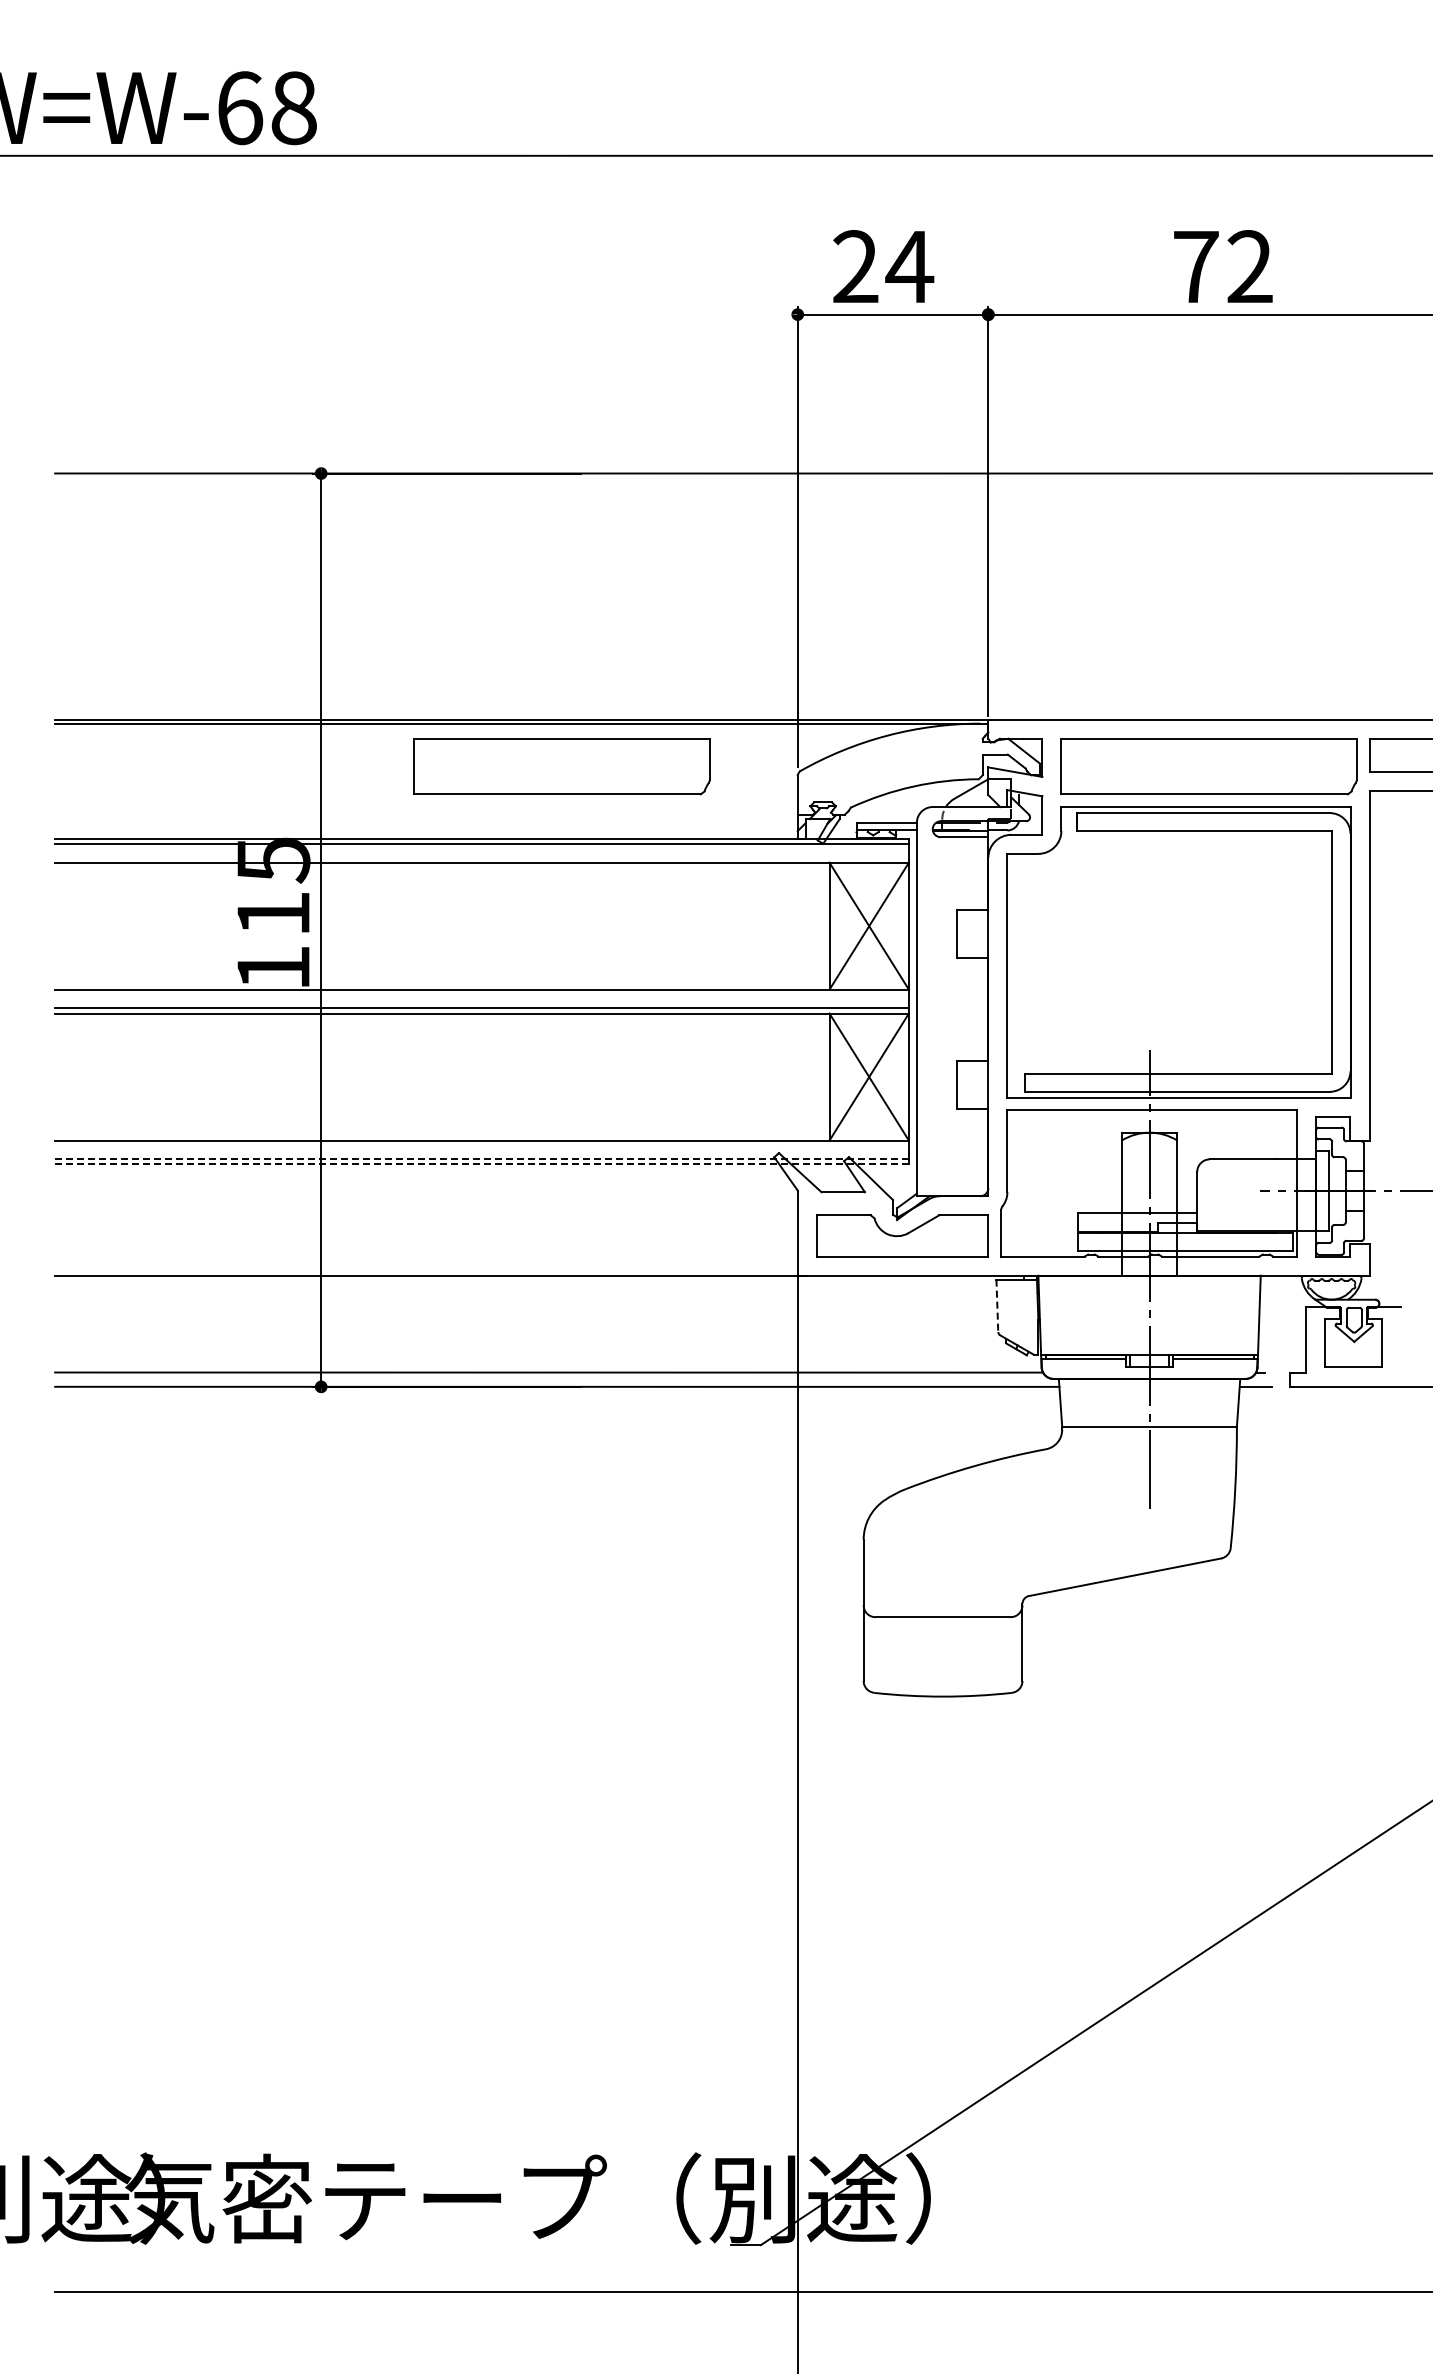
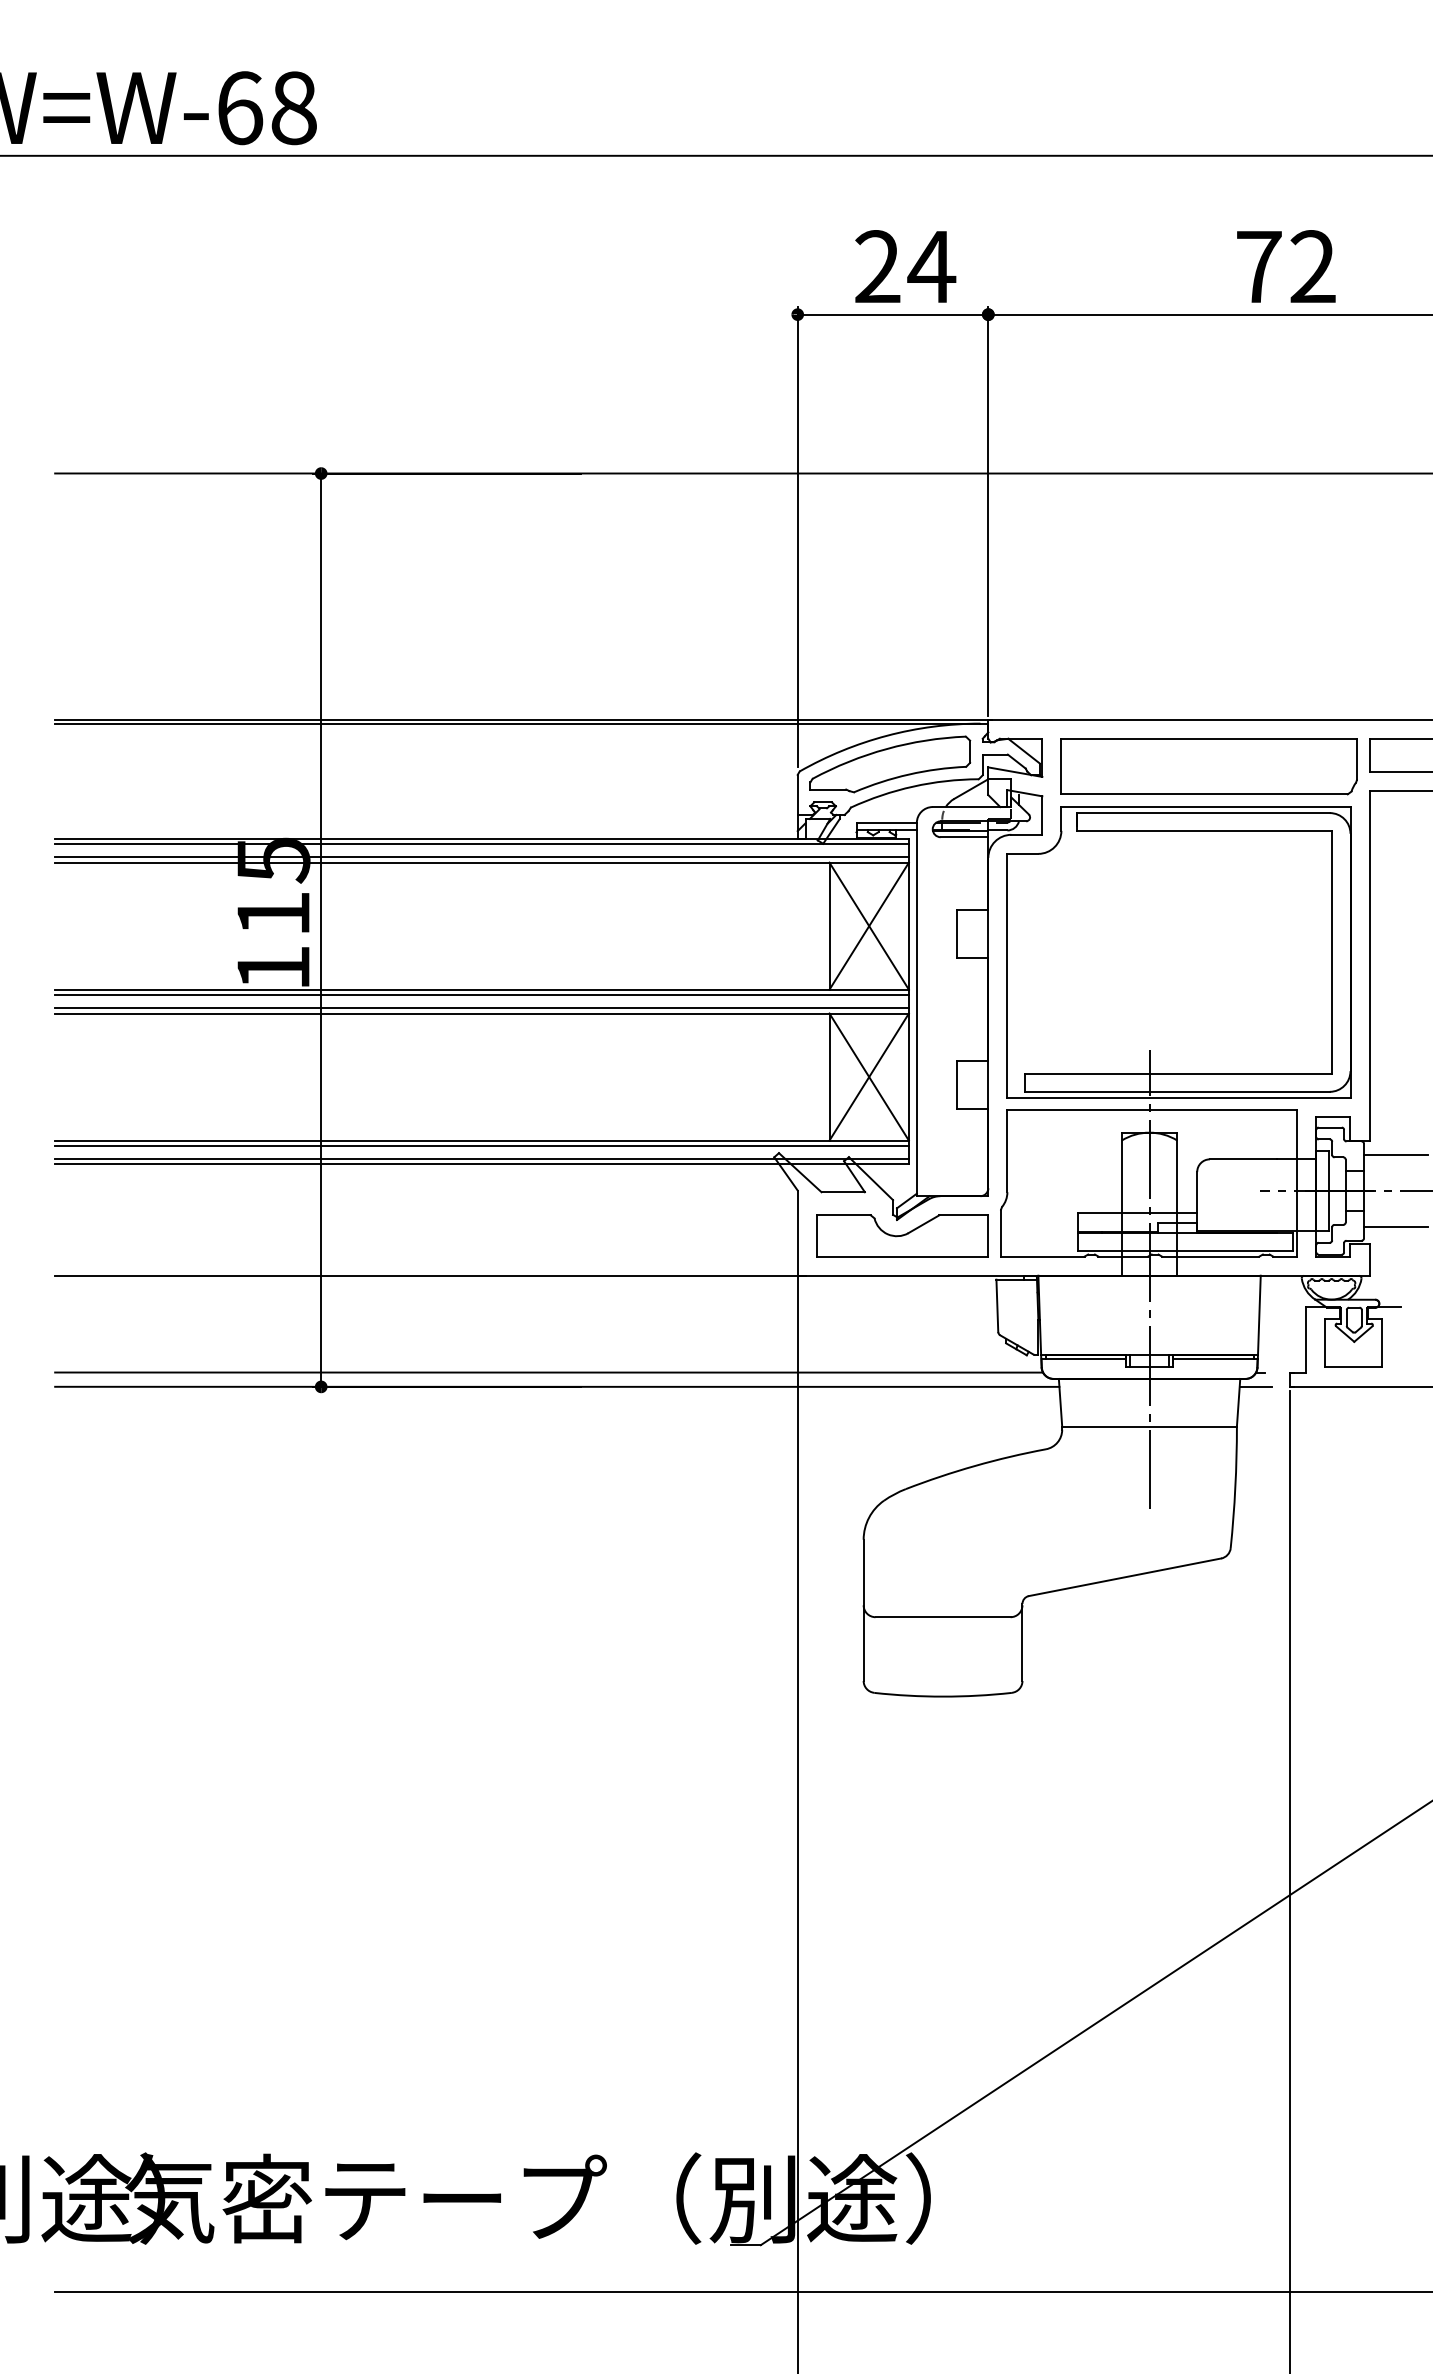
text at (883, 266) position: (883, 266) -> (905, 266)
text at (1223, 266) position: (1223, 266) -> (1286, 266)
part at (890, 764): none -> present
part at (561, 766): present -> none
line at (481, 857): none -> present
line at (481, 995): none -> present
line at (481, 1146): none -> present
line at (1395, 1155): none -> present
line at (482, 1158): dashed -> solid
line at (482, 1164): dashed -> solid
line at (1395, 1226): none -> present
line at (997, 1306): dashed -> solid
line at (1290, 1880): none -> present
